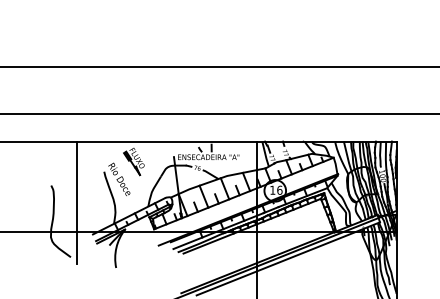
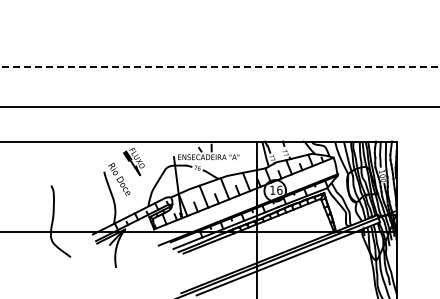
line at (219, 66): solid -> dashed
line at (219, 113) position: (219, 113) -> (219, 106)
line at (77, 202): present -> none
